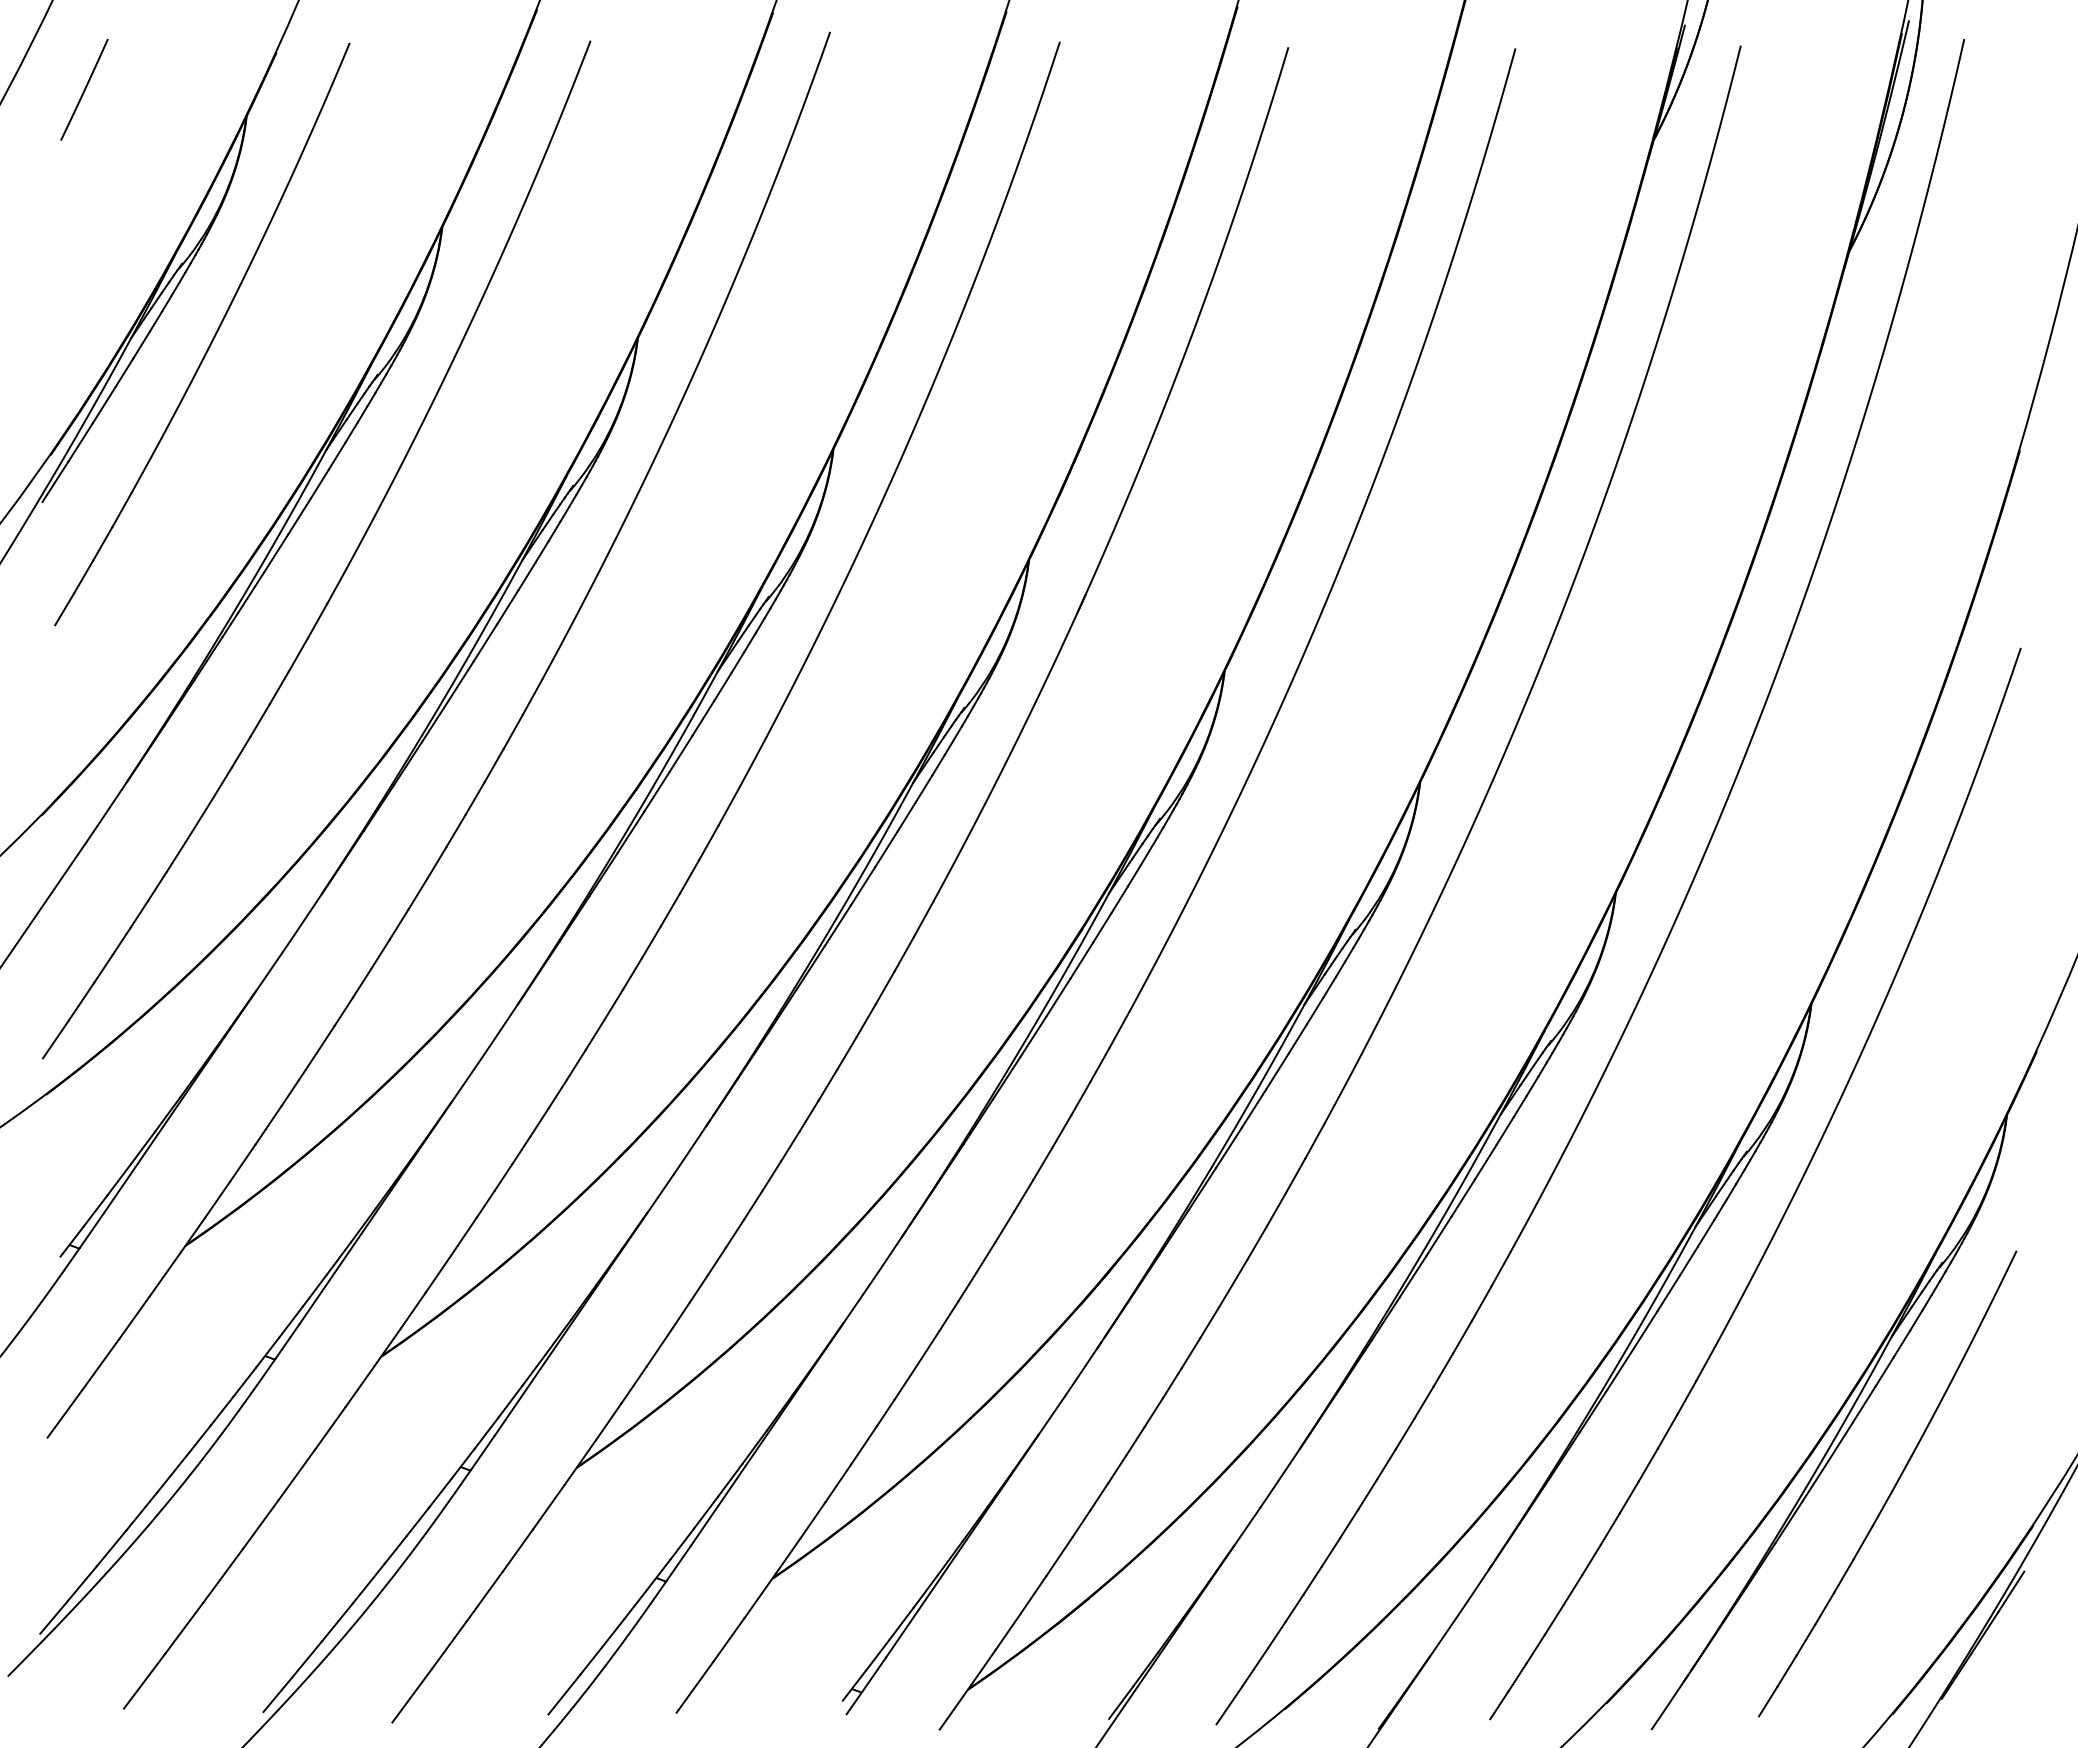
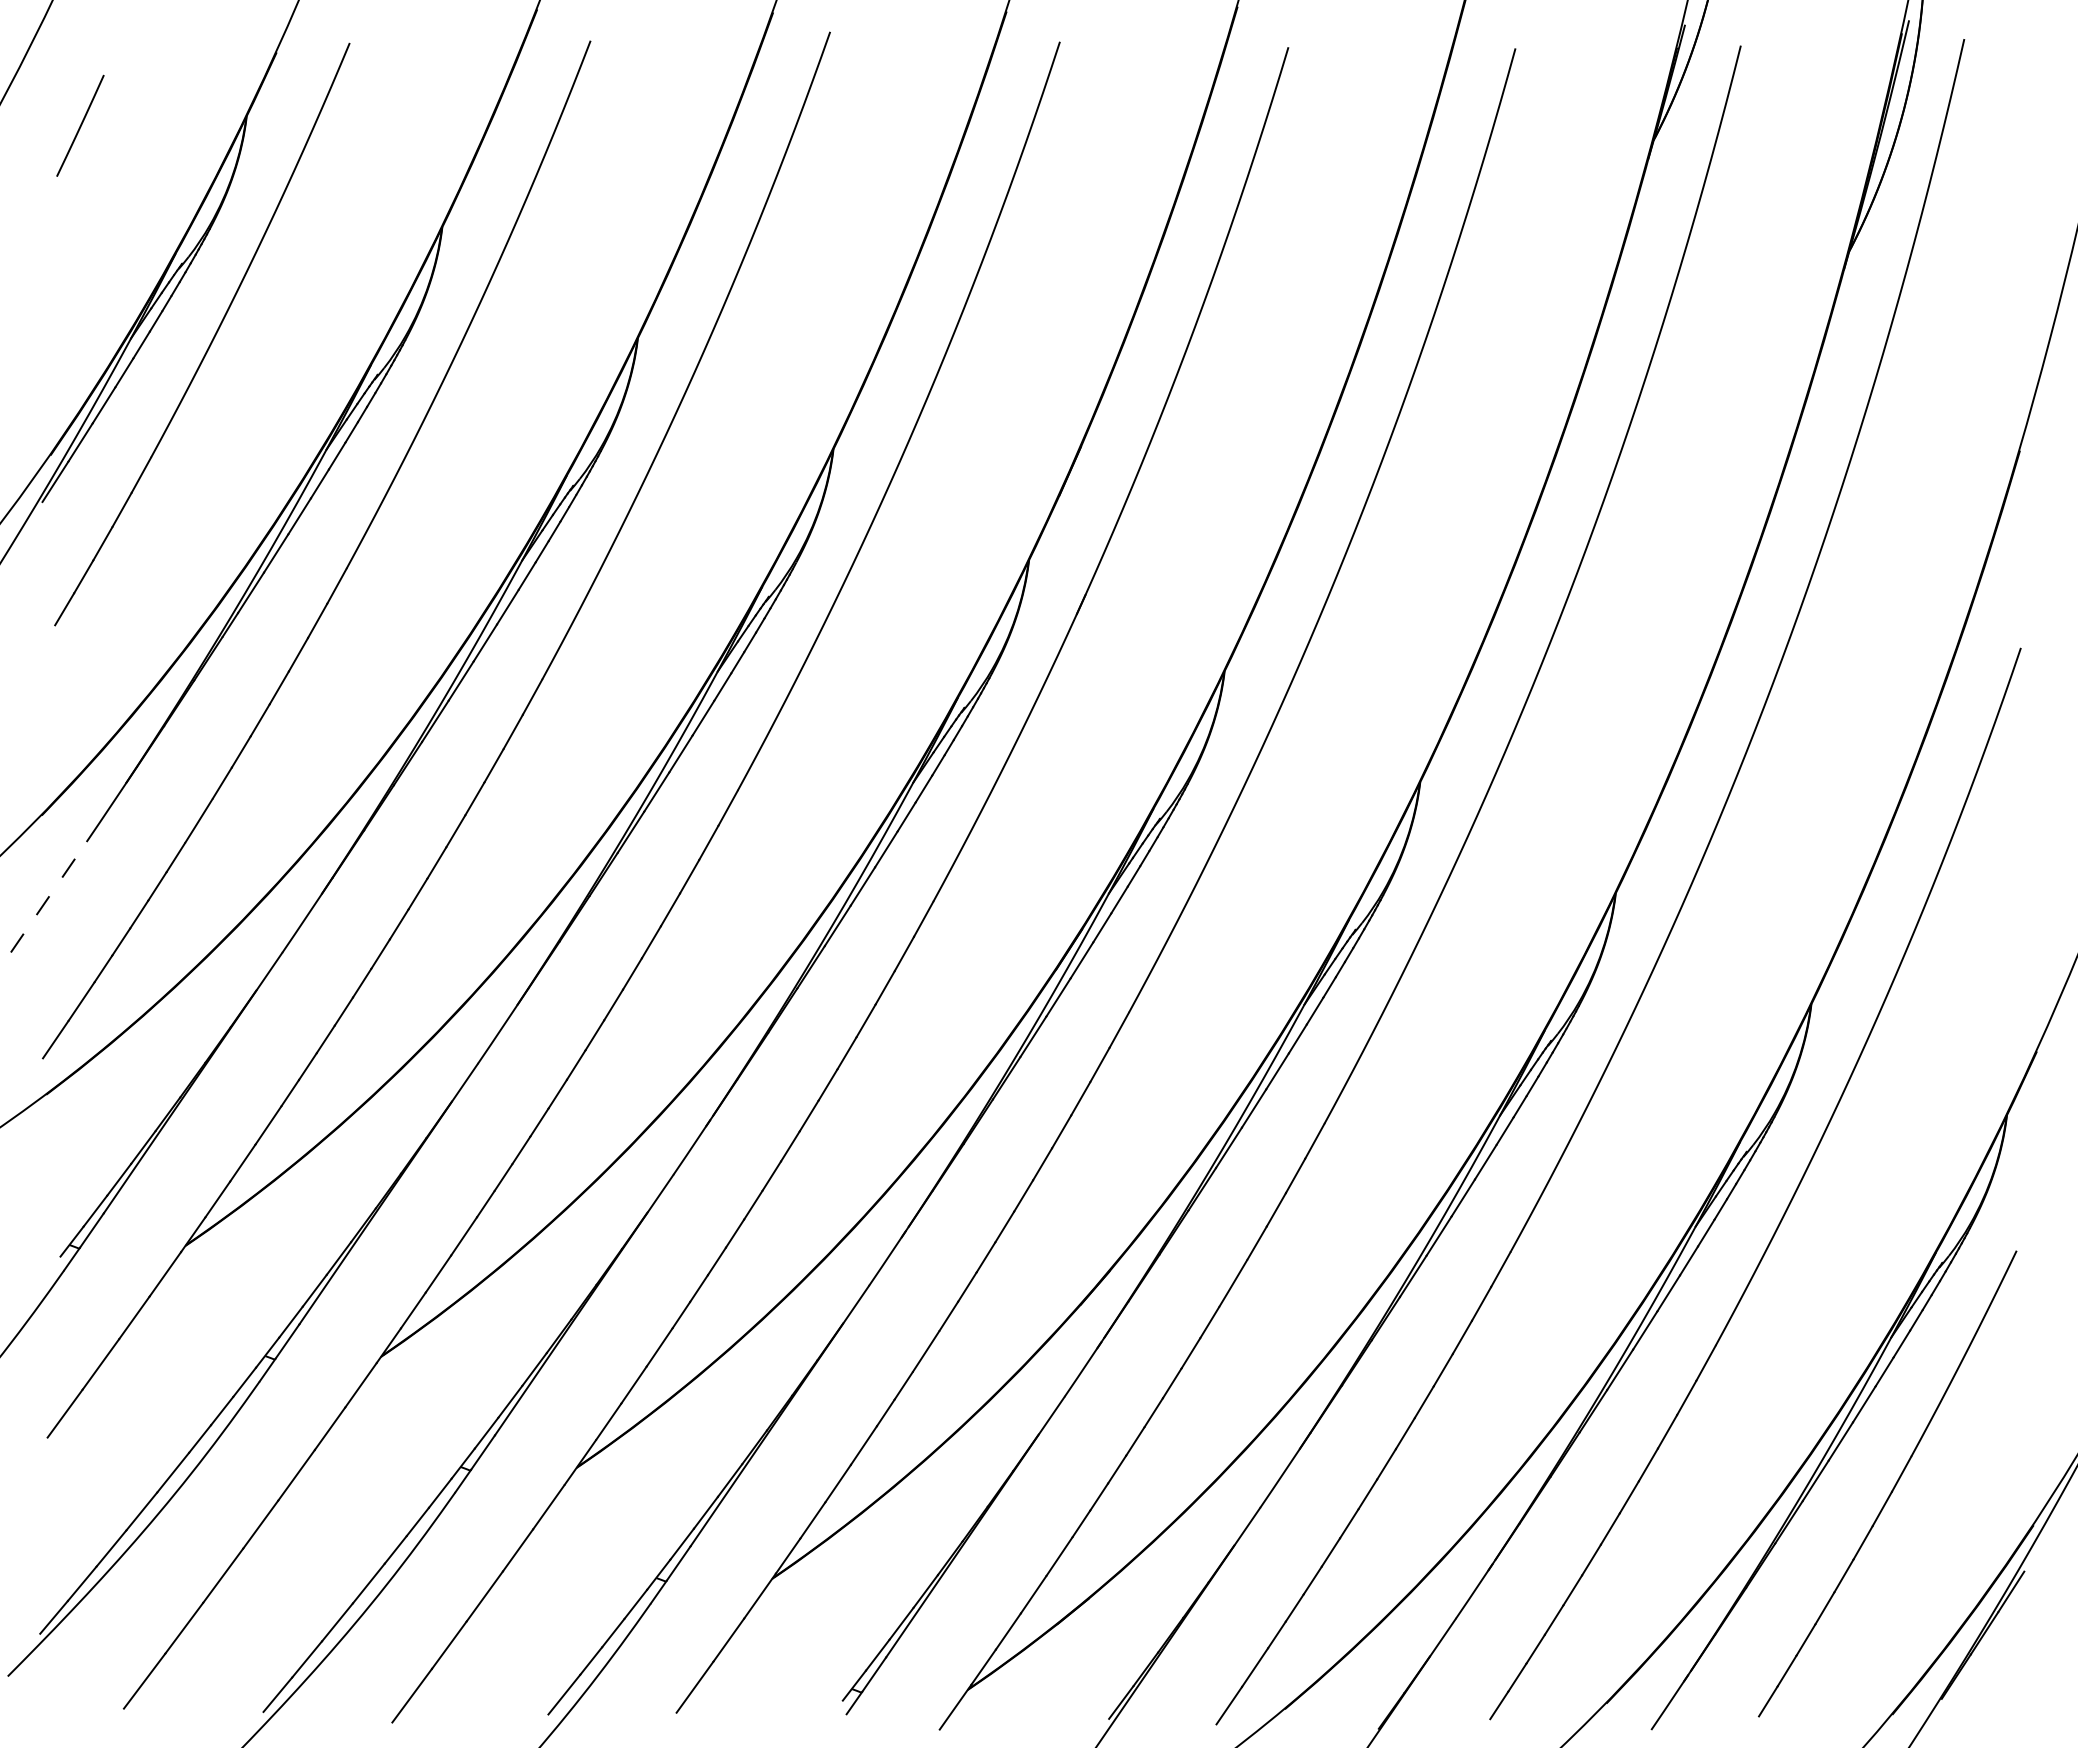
line at (84, 89) position: (84, 89) -> (80, 125)
line at (43, 904): solid -> dashed
